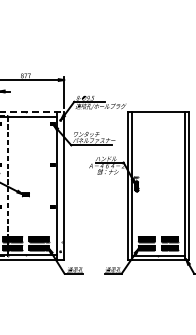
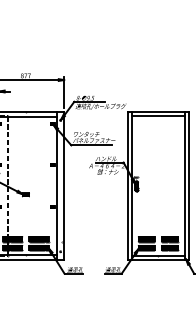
line at (32, 111): dashed -> solid
line at (157, 116): none -> present
